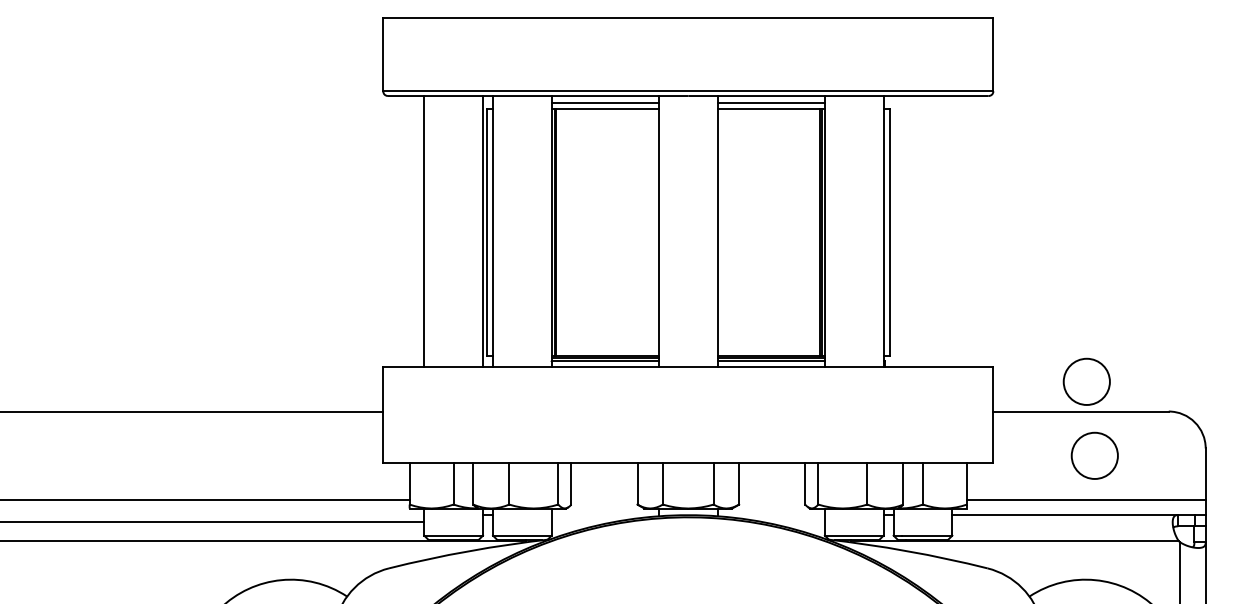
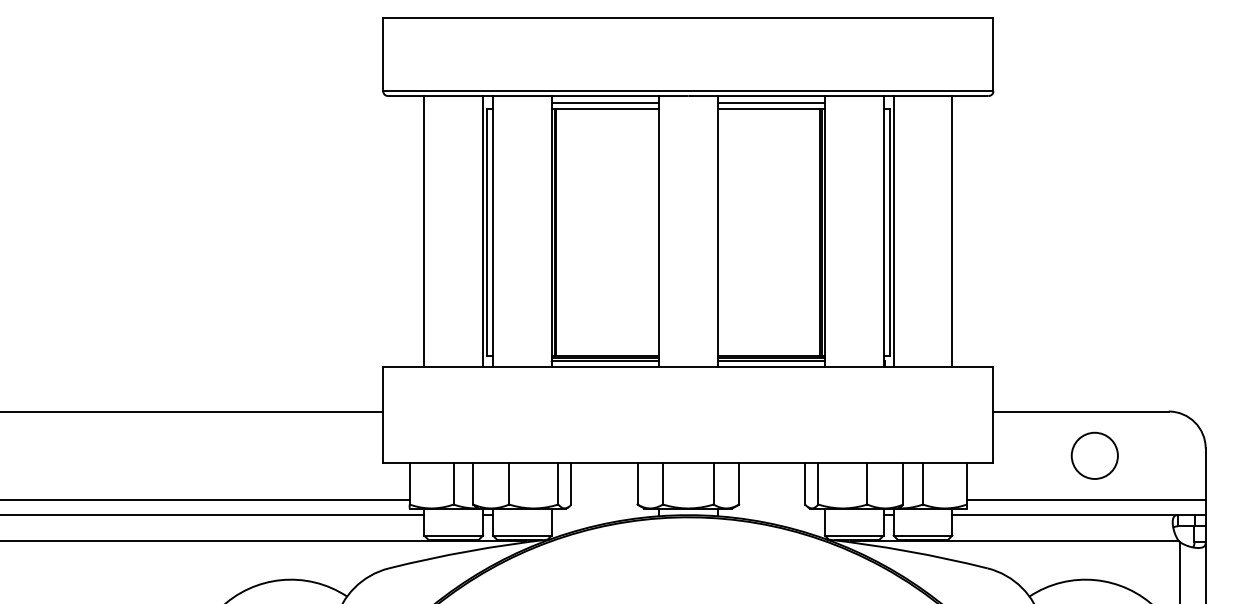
line at (893, 231): none -> present
line at (952, 231): none -> present
circle at (1086, 381): present -> none
line at (213, 522) position: (213, 522) -> (213, 515)
